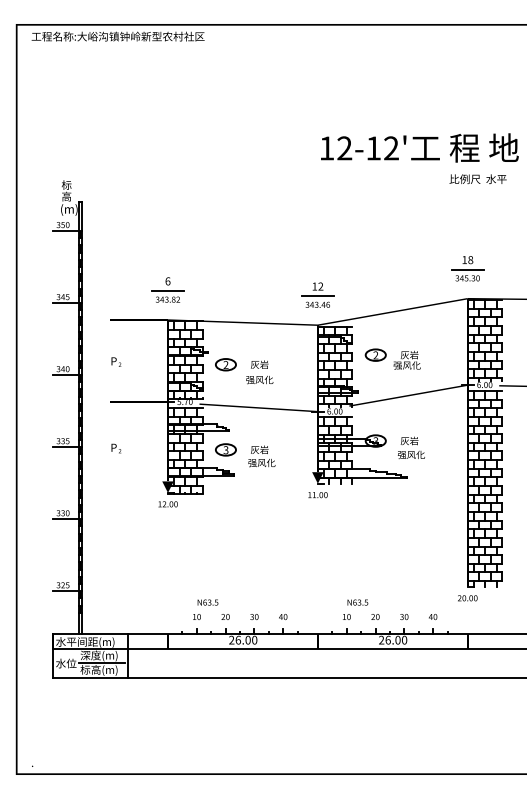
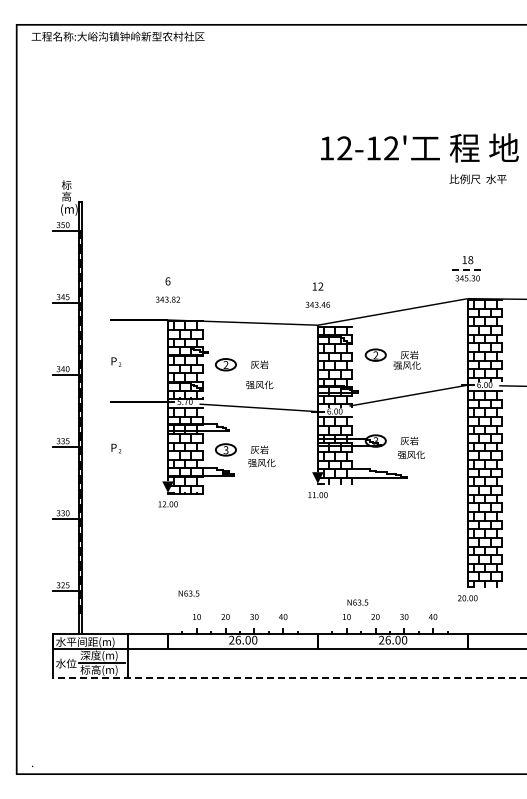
line at (467, 269): solid -> dashed
line at (167, 291): present -> none
line at (317, 296): present -> none
text at (259, 380) position: (259, 380) -> (259, 385)
text at (207, 602) position: (207, 602) -> (188, 593)
line at (289, 677): solid -> dashed
